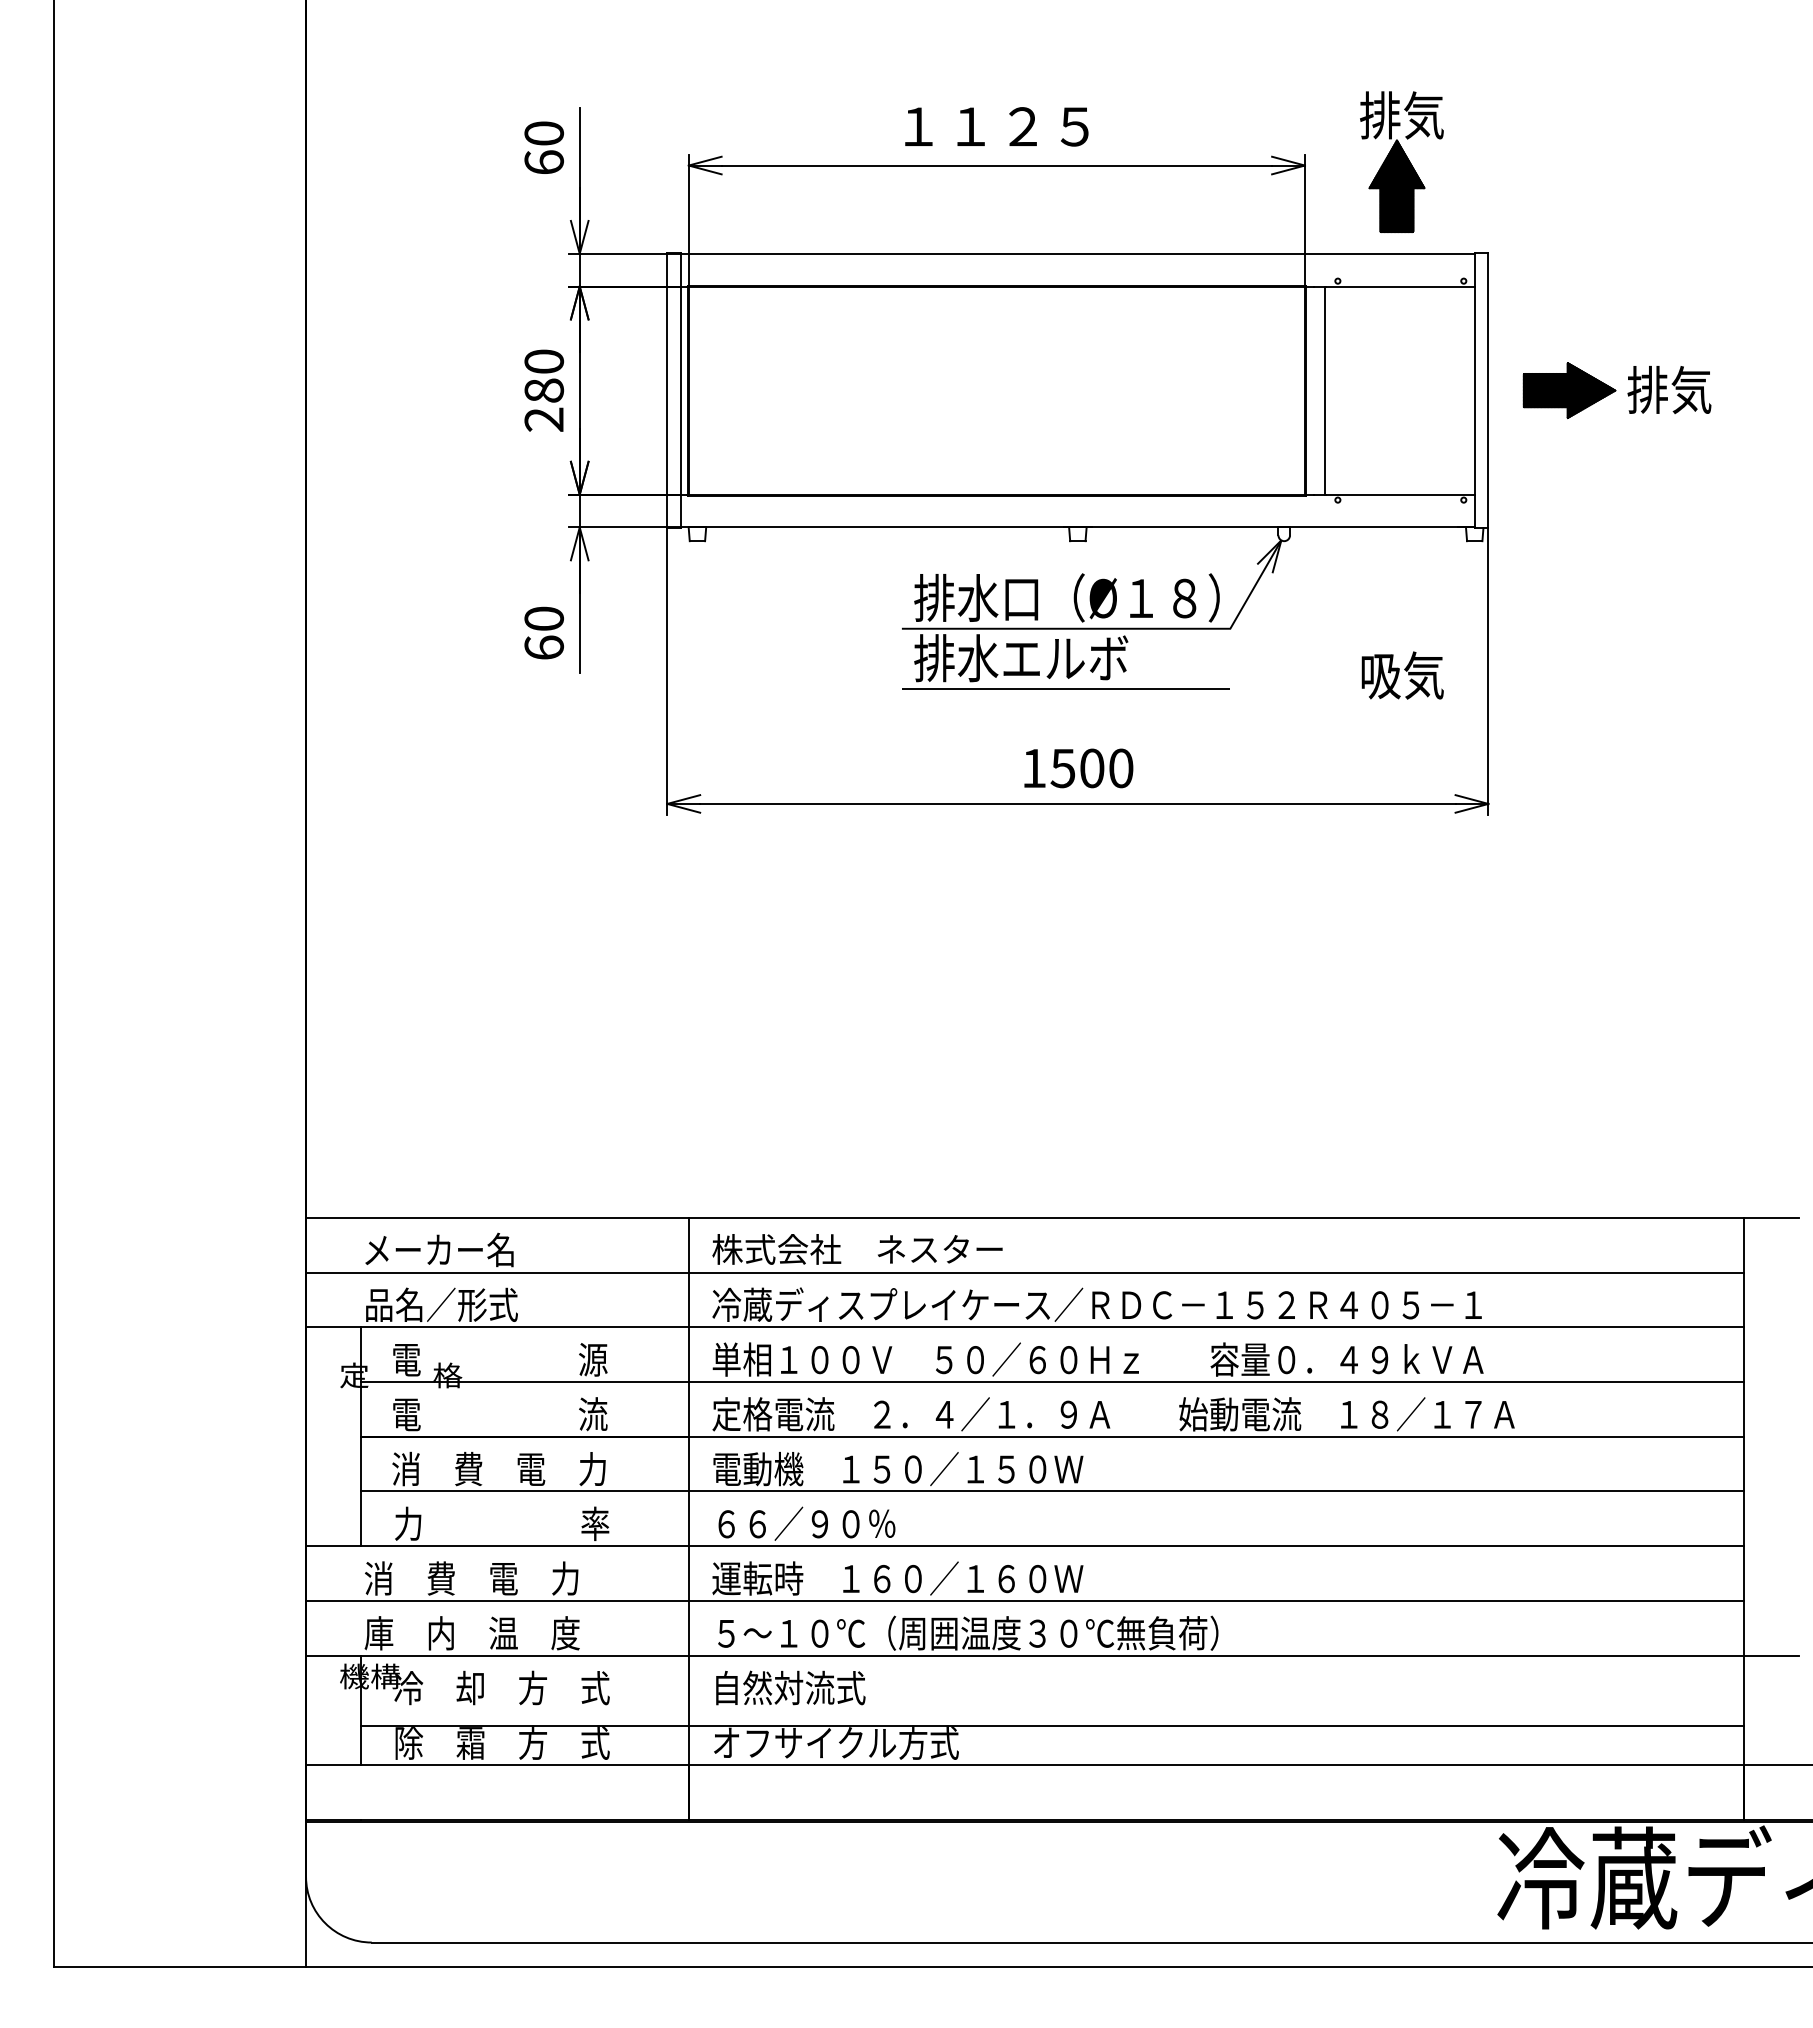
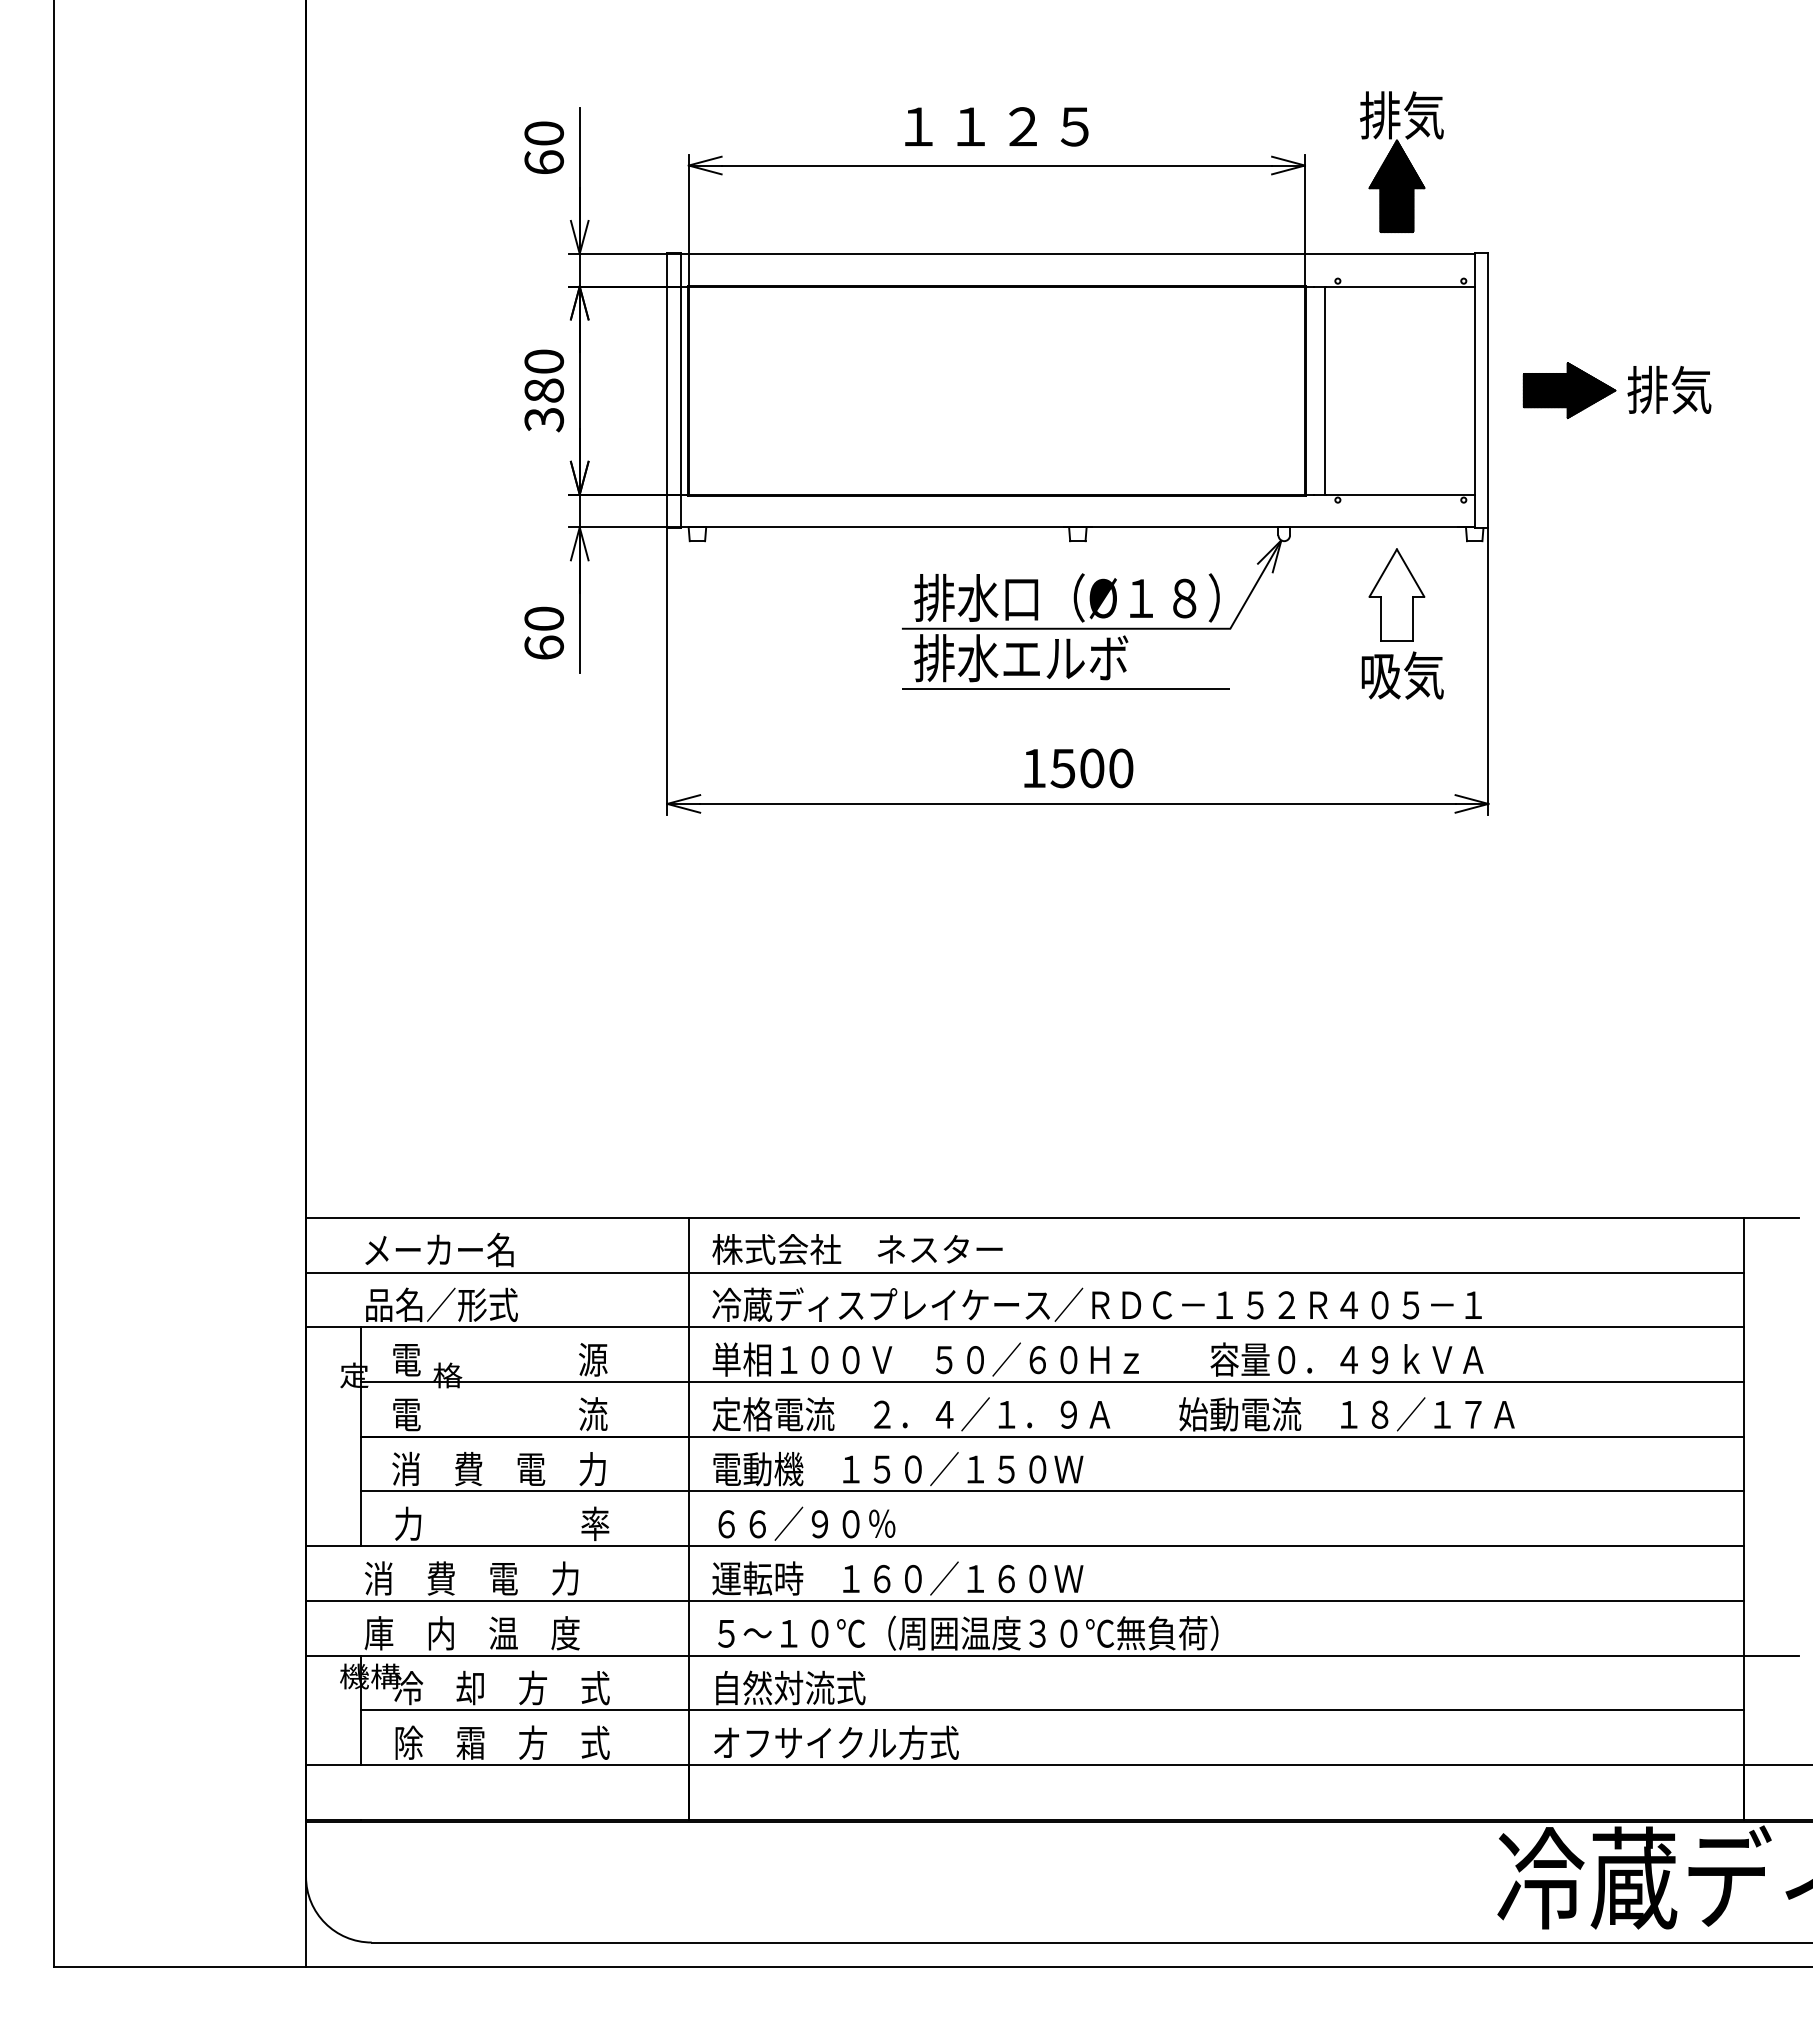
text at (544, 419): 280 -> 380
part at (1396, 594): none -> present
line at (1051, 1726) position: (1051, 1726) -> (1051, 1710)
